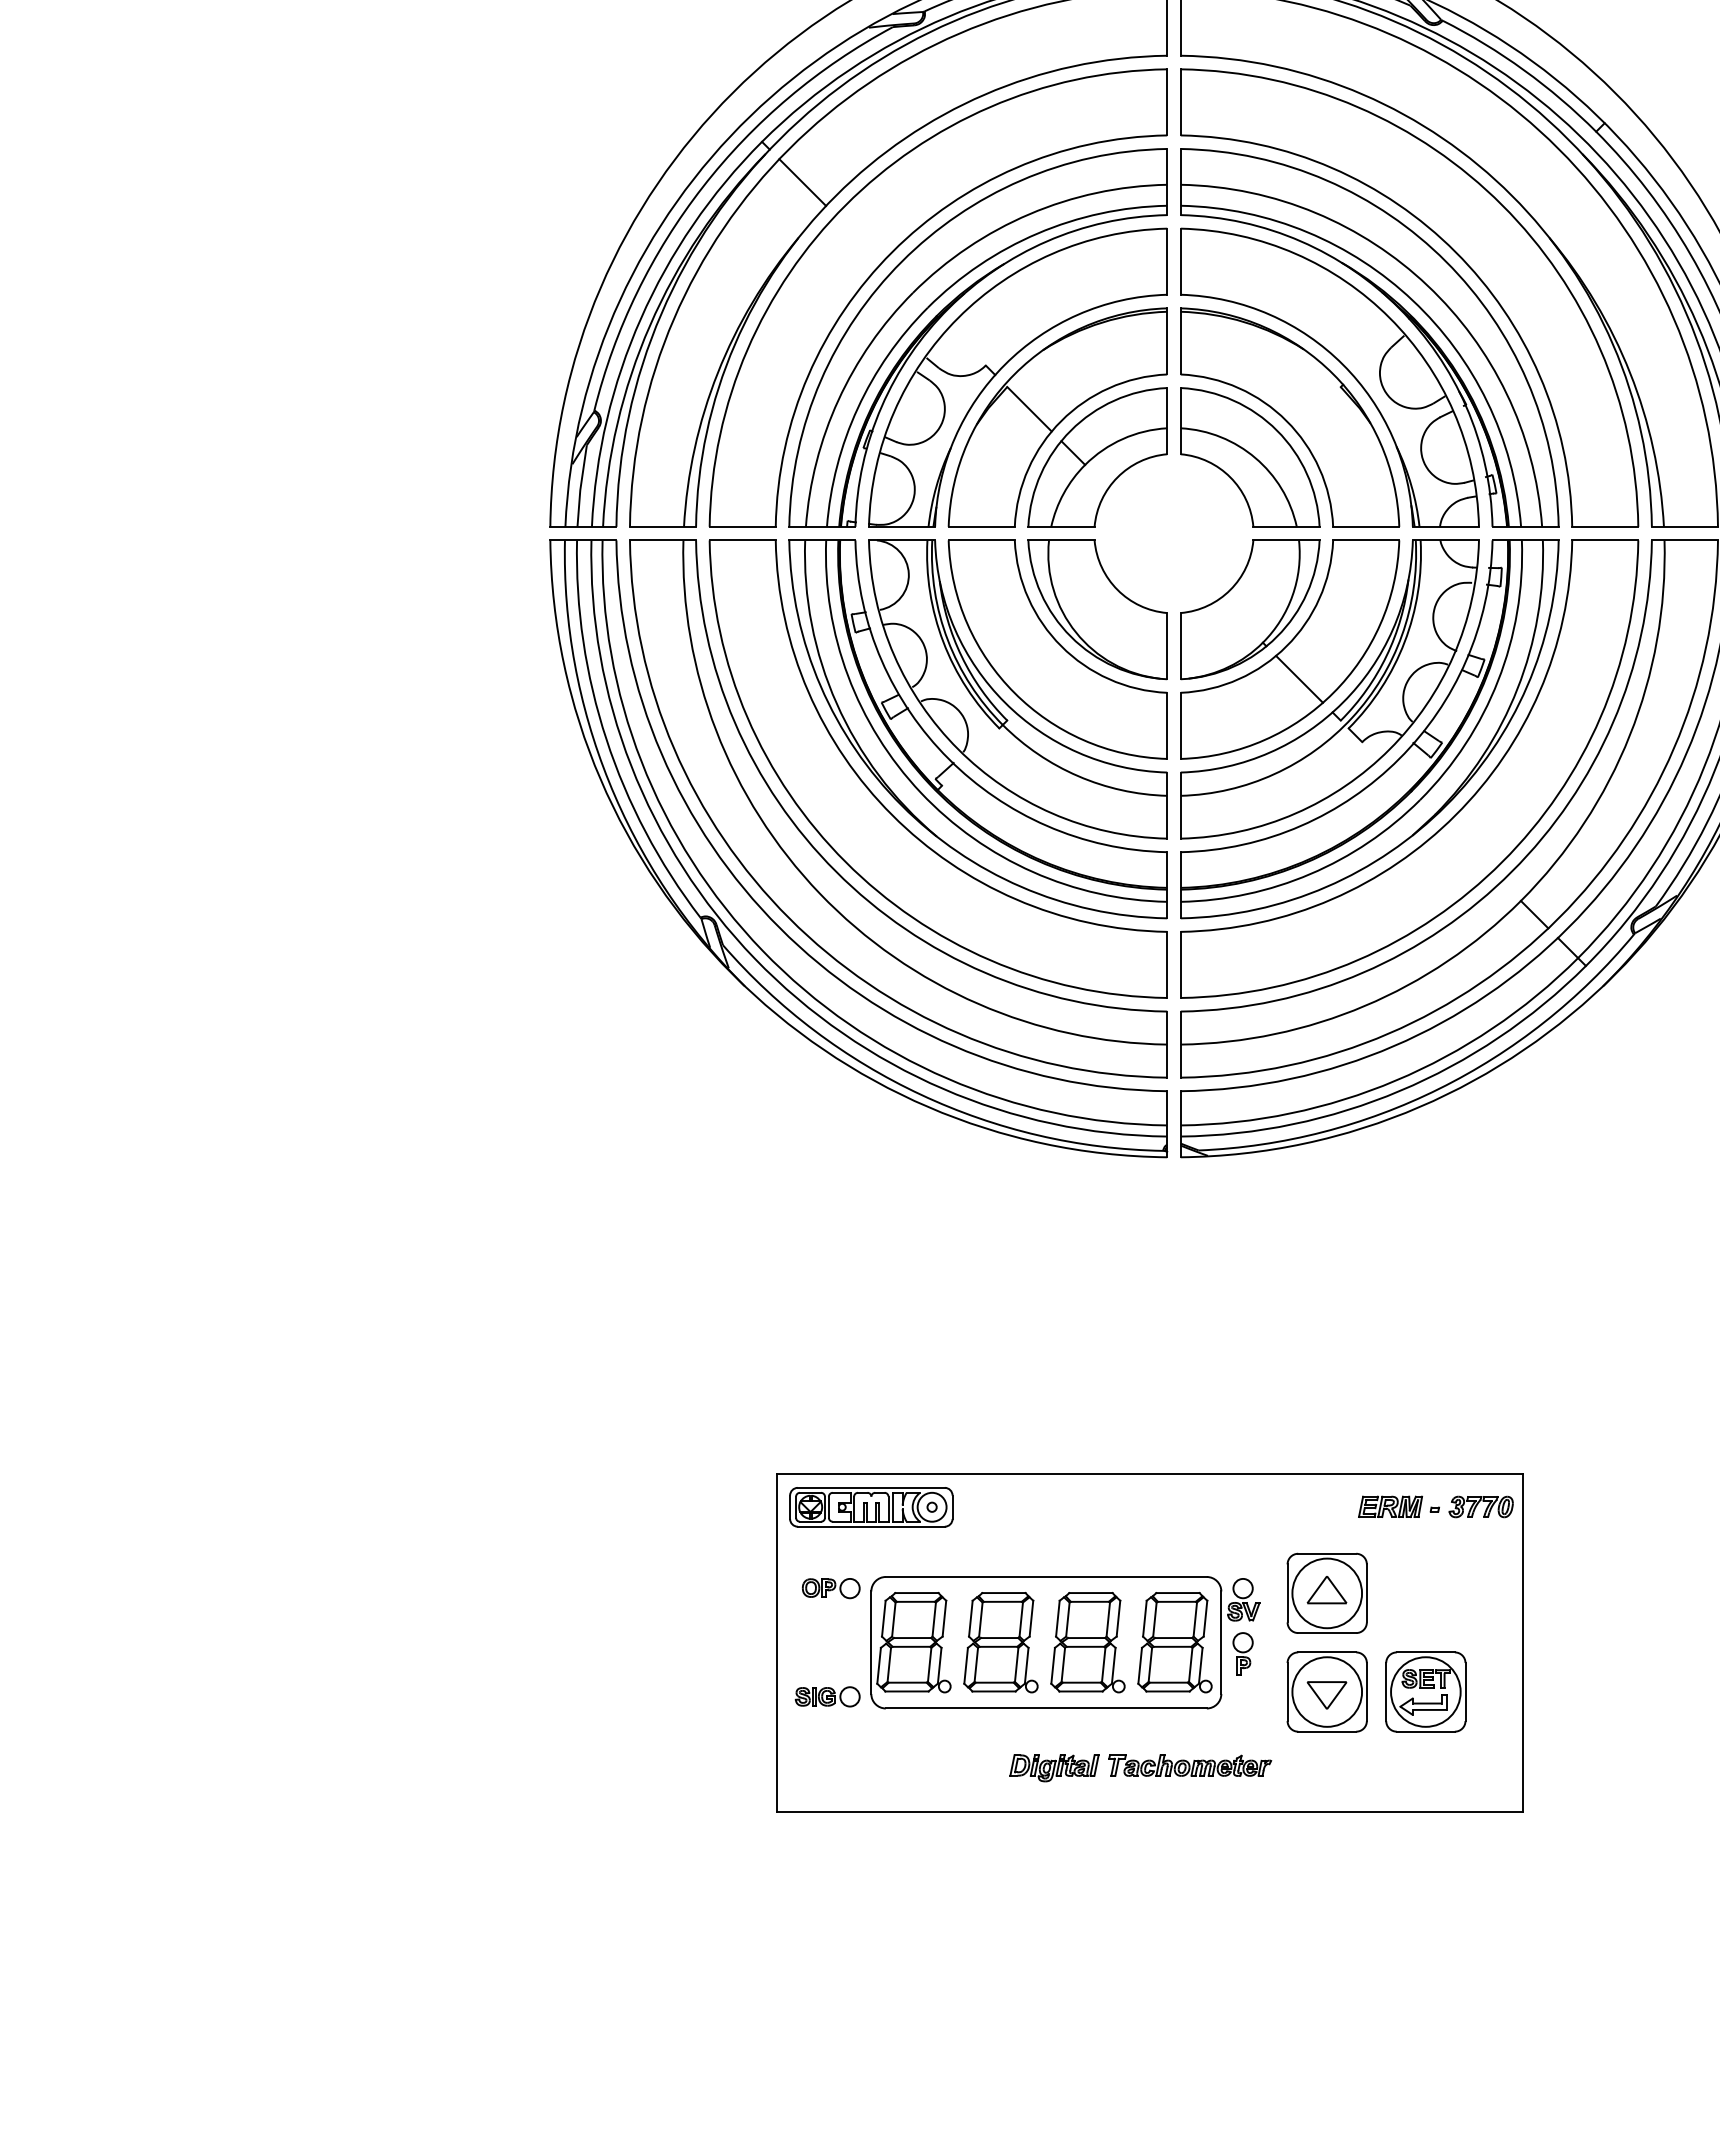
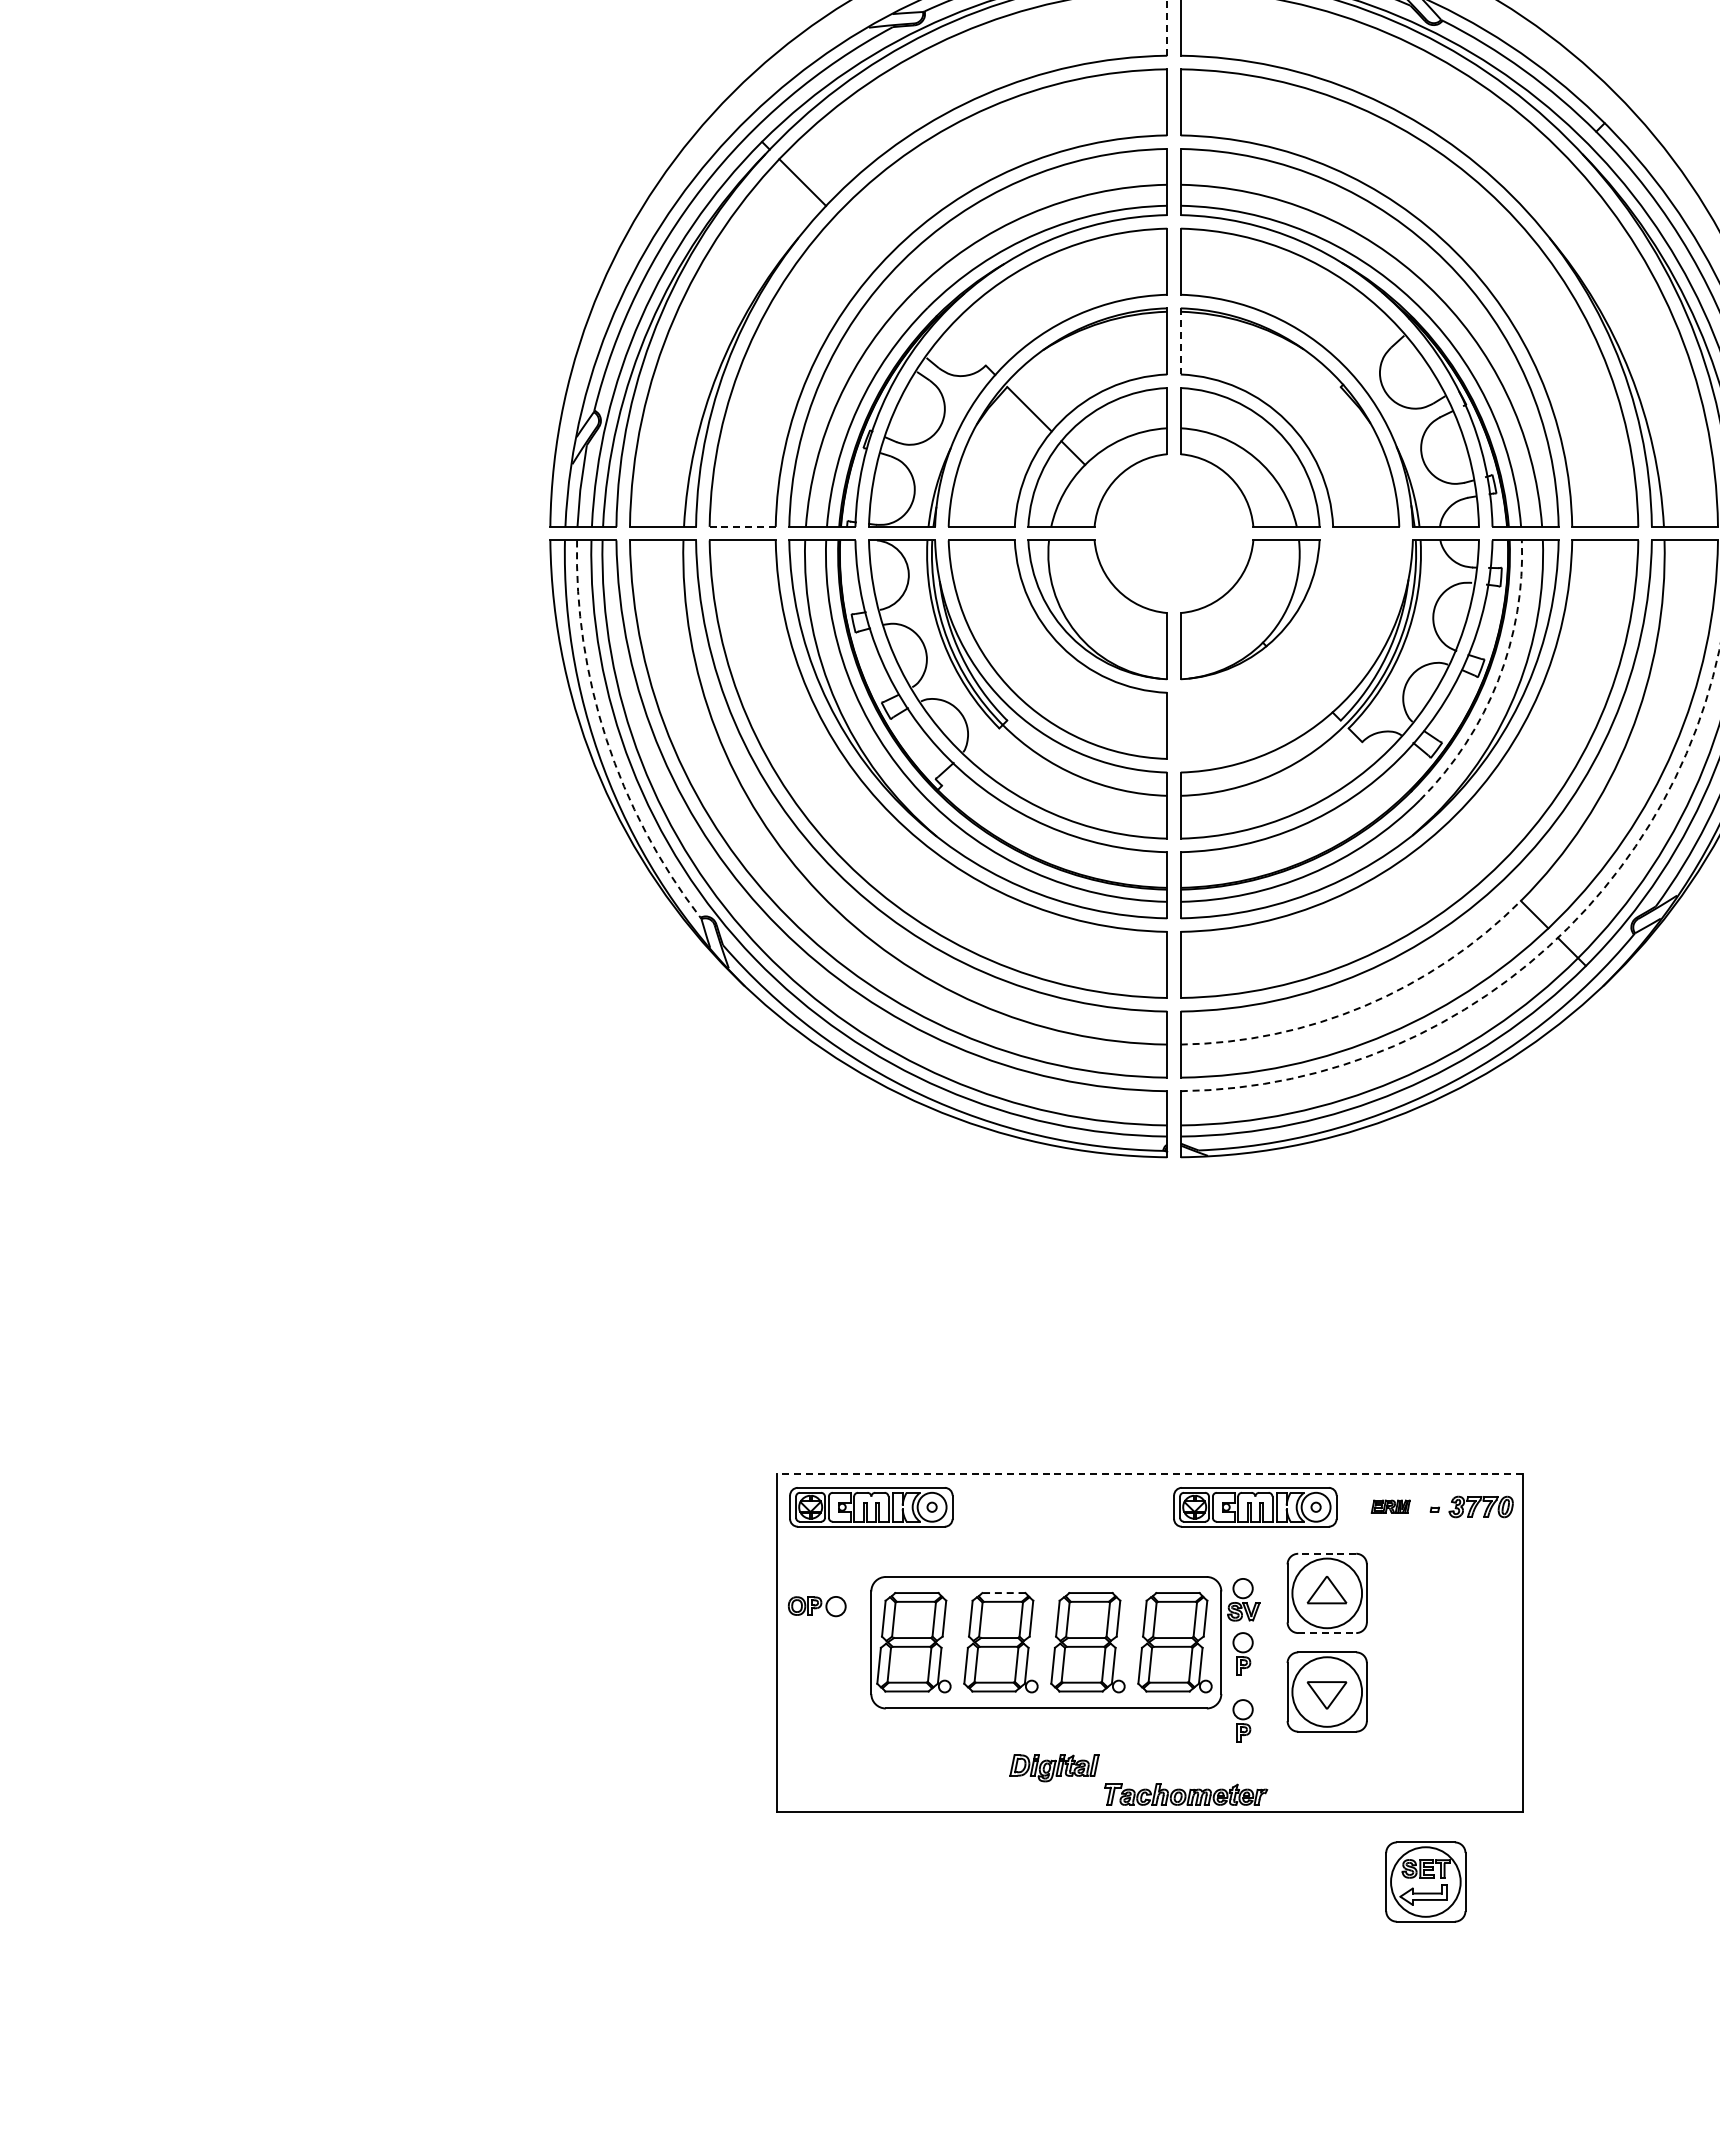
line at (1167, 28): solid -> dashed
line at (1180, 341): solid -> dashed
line at (743, 526): solid -> dashed
part at (1290, 649): present -> none
arc at (1498, 680): solid -> dashed
arc at (606, 739): solid -> dashed
arc at (1529, 963): solid -> dashed
arc at (1364, 1005): solid -> dashed
line at (1149, 1473): solid -> dashed
part at (1390, 1506) size: 66x23 px -> 41x15 px
part at (1255, 1507): none -> present
line at (1326, 1553): solid -> dashed
part at (831, 1588) position: (831, 1588) -> (817, 1606)
line at (1003, 1593): solid -> dashed
line at (1327, 1633): solid -> dashed
part at (1425, 1691) position: (1425, 1691) -> (1425, 1881)
part at (827, 1696): present -> none
part at (1242, 1720): none -> present
part at (1190, 1765) position: (1190, 1765) -> (1186, 1794)
